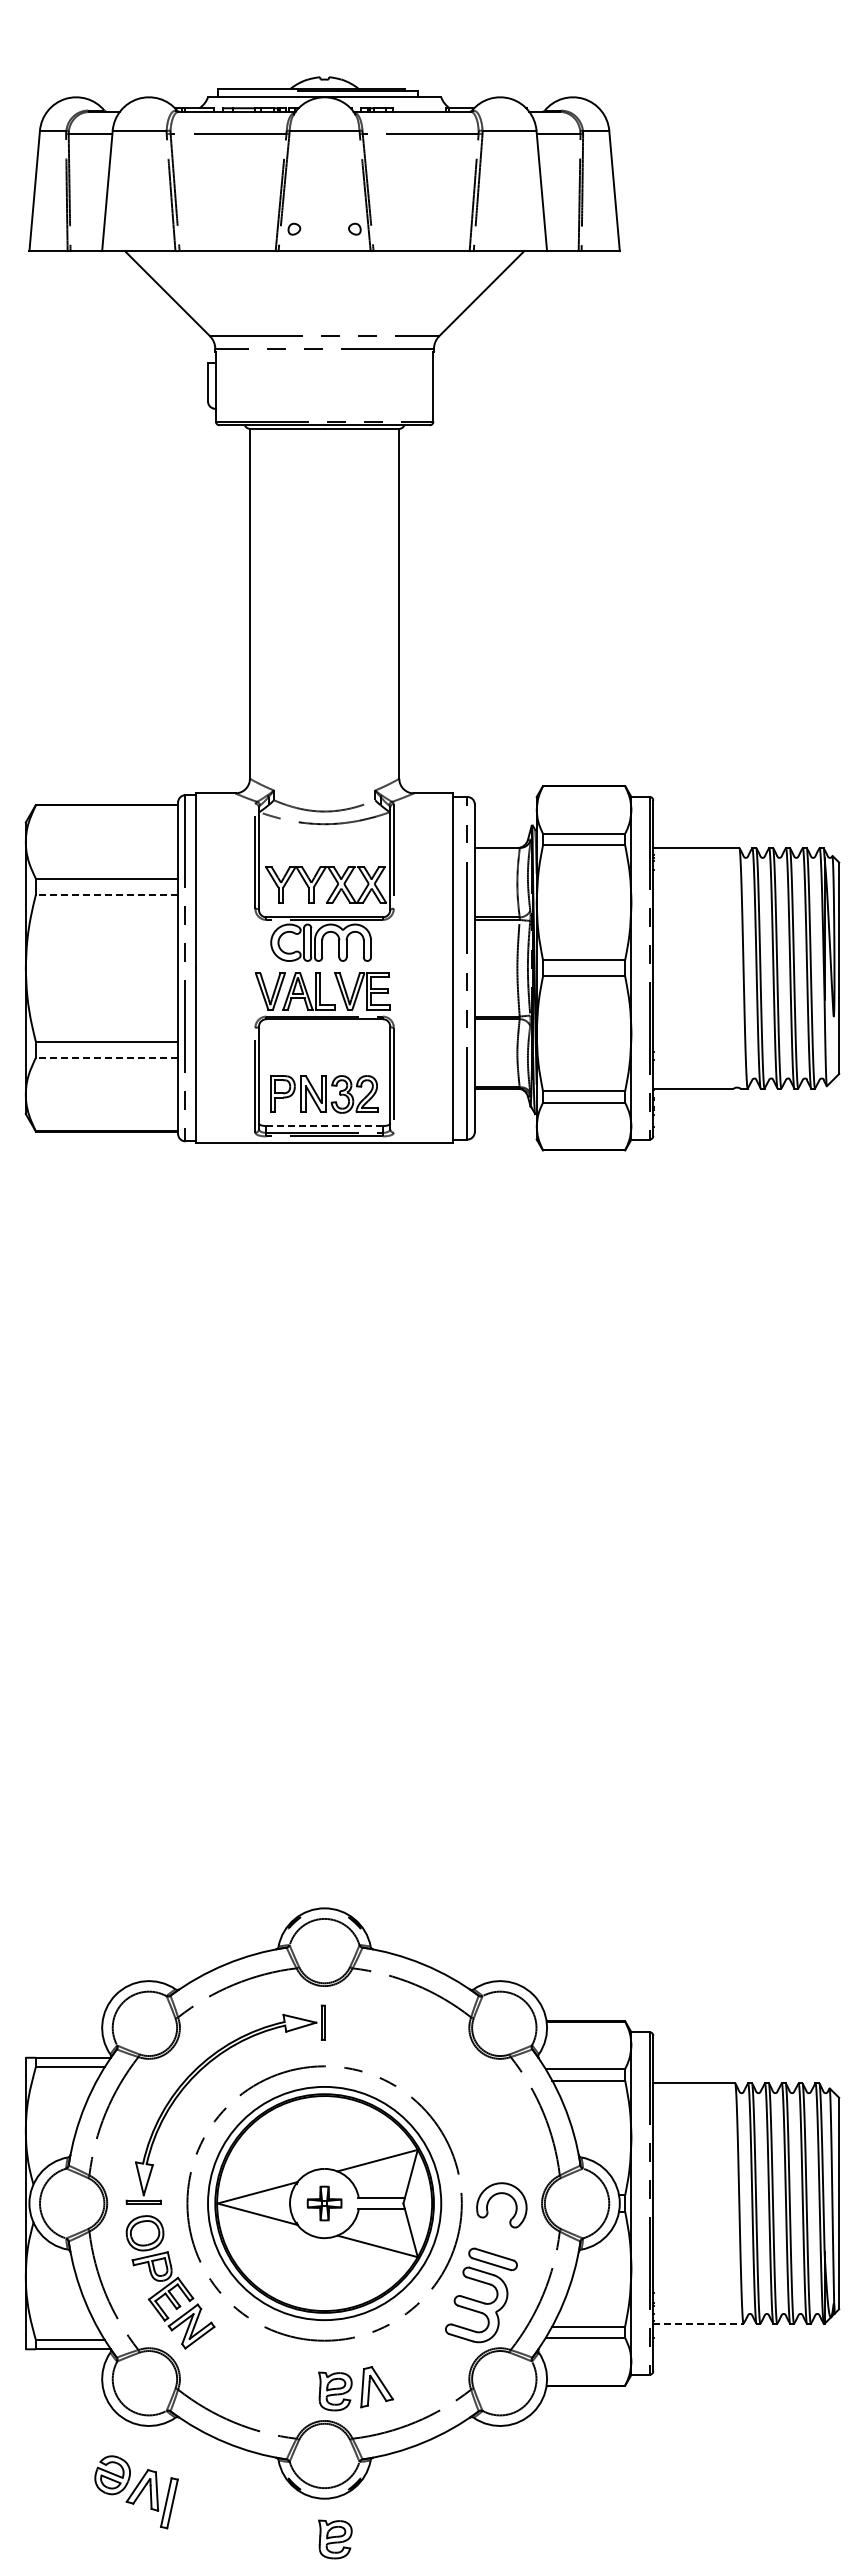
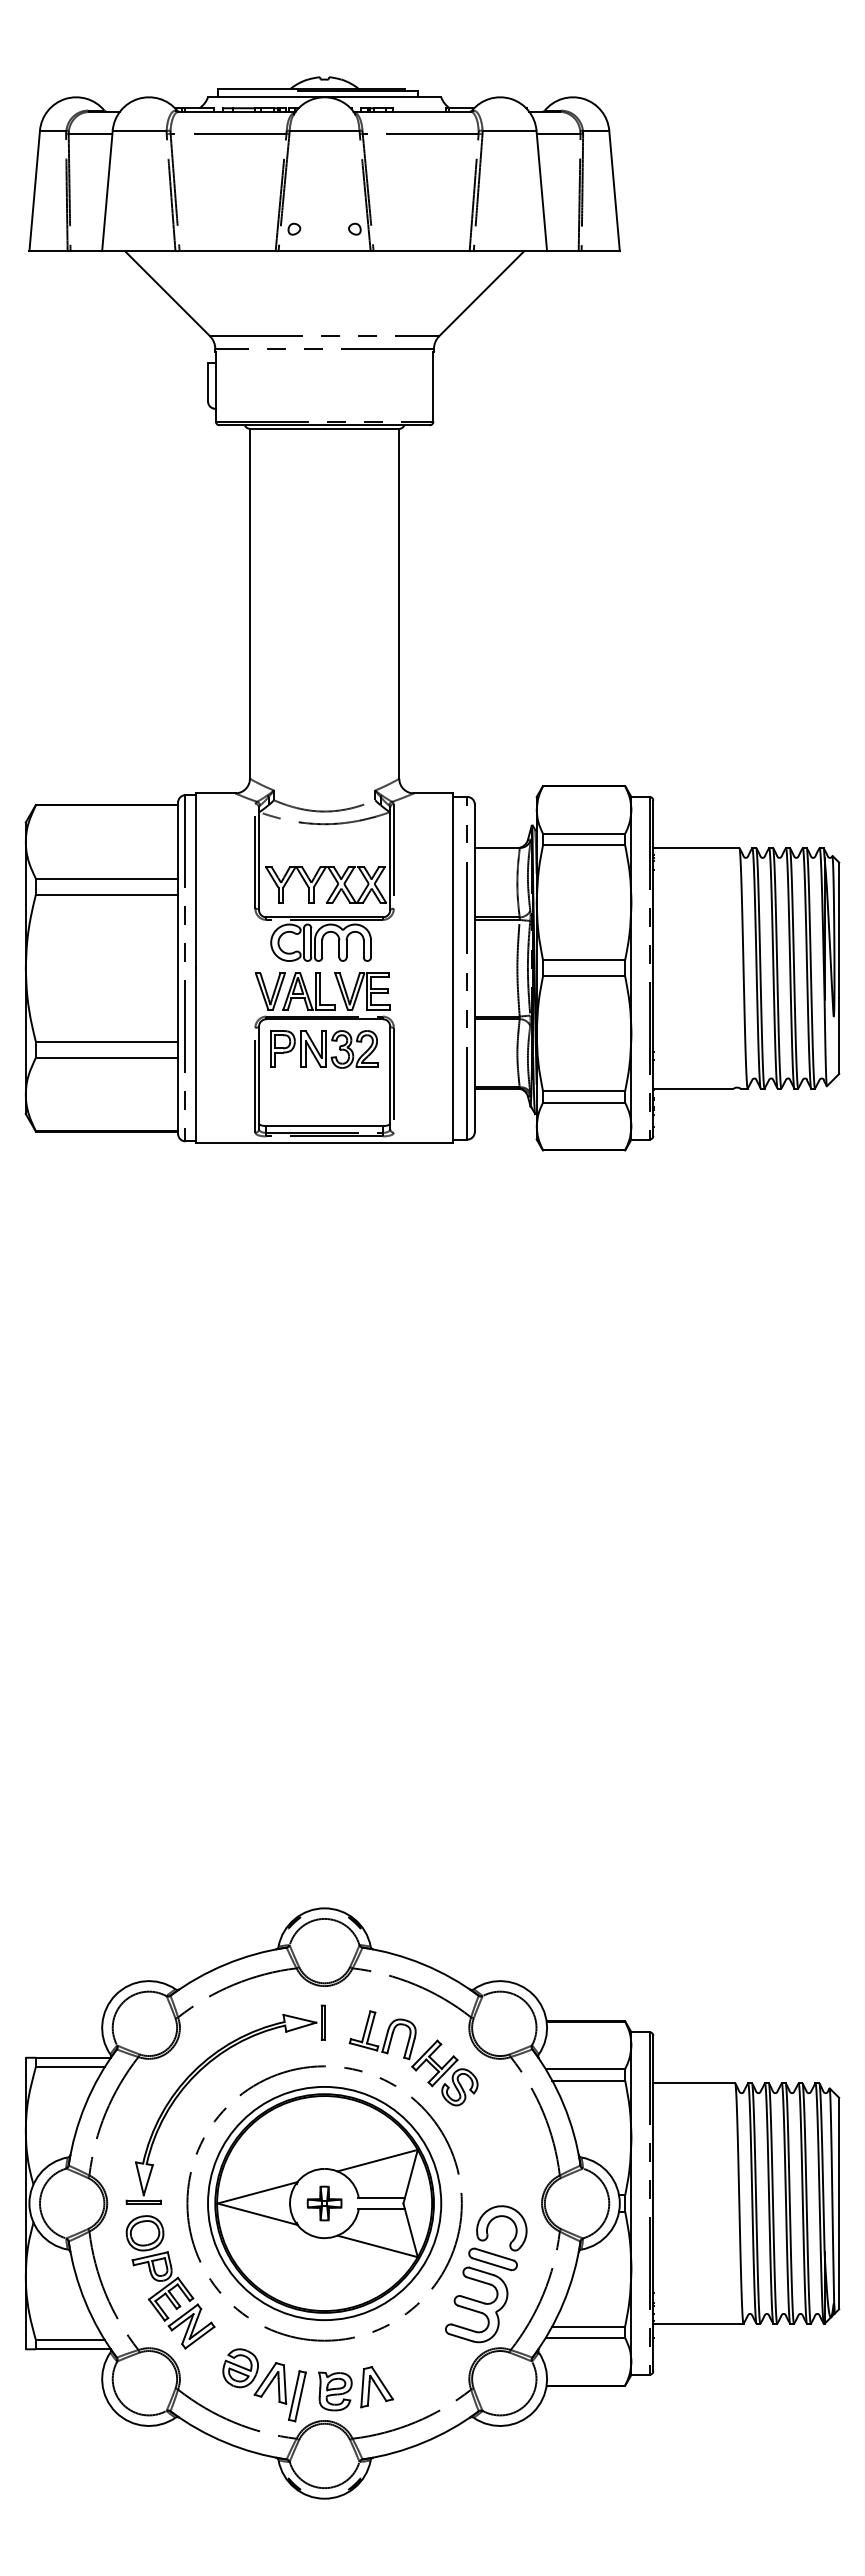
line at (106, 894): dashed -> solid
line at (106, 1057): dashed -> solid
part at (324, 1094) position: (324, 1094) -> (324, 1049)
line at (325, 1126): dashed -> solid
part at (413, 2058): none -> present
part at (500, 2194) position: (500, 2194) -> (500, 2217)
line at (698, 2323): dashed -> solid
part at (136, 2492) position: (136, 2492) -> (264, 2385)
part at (335, 2539): present -> none
